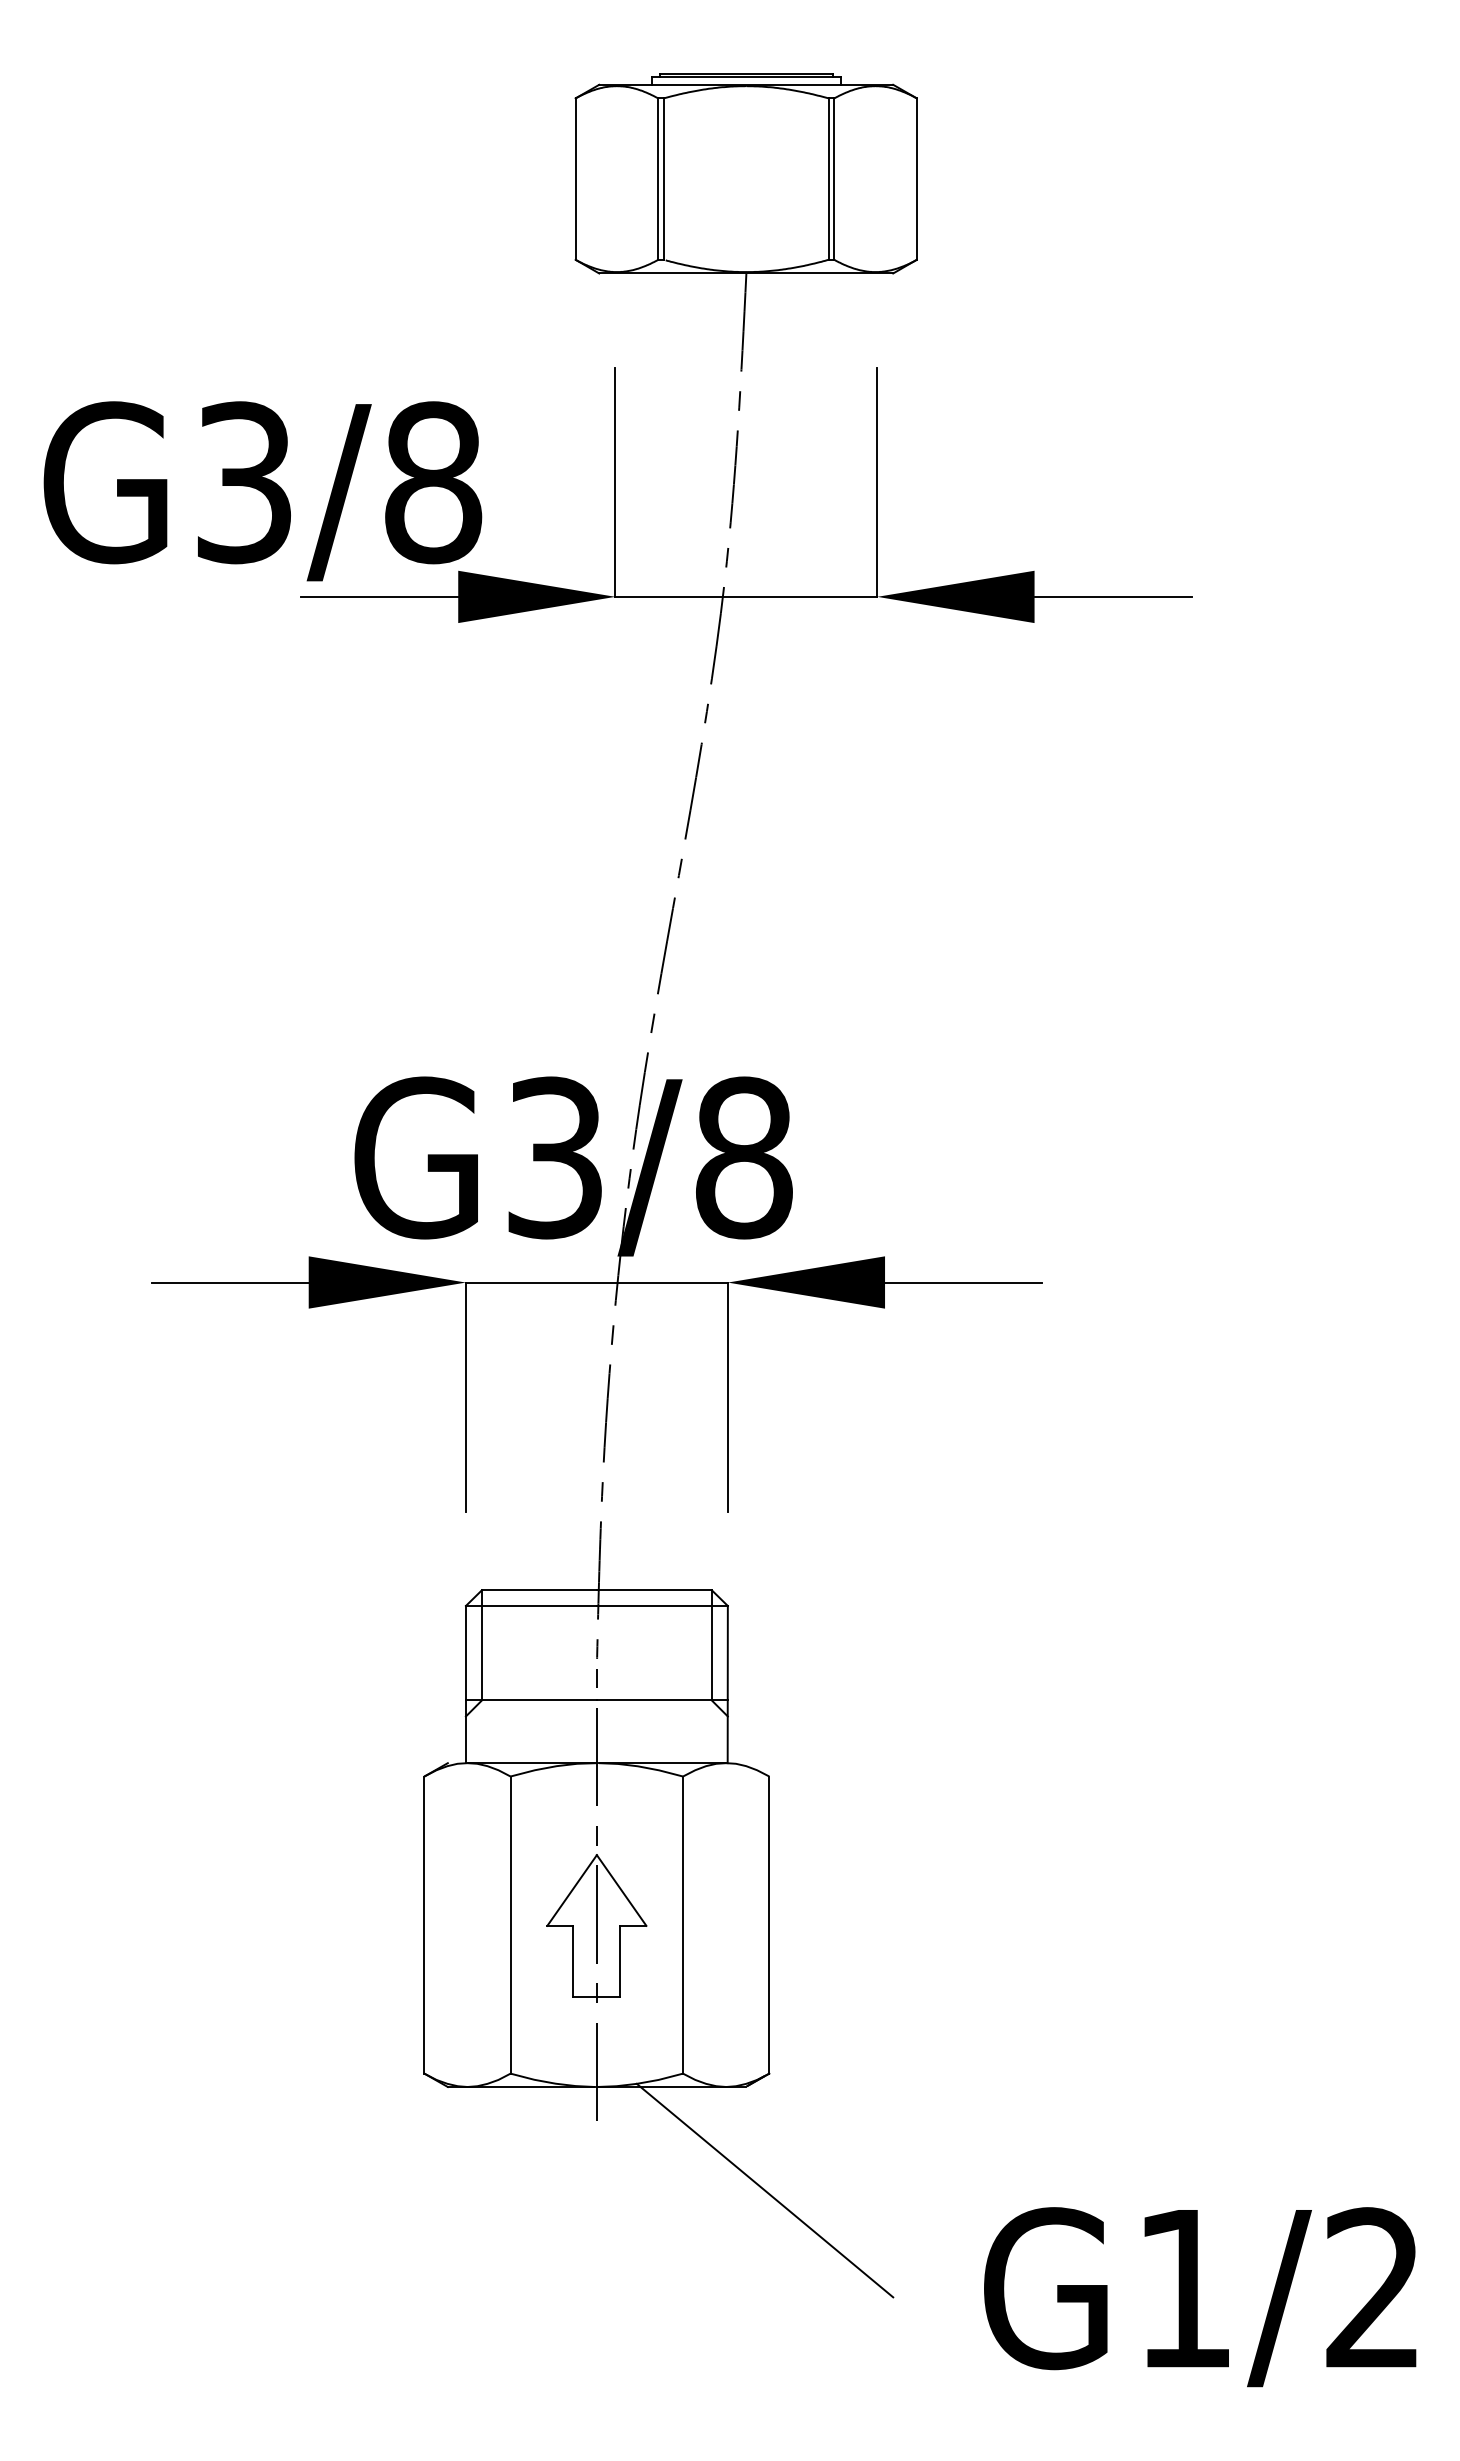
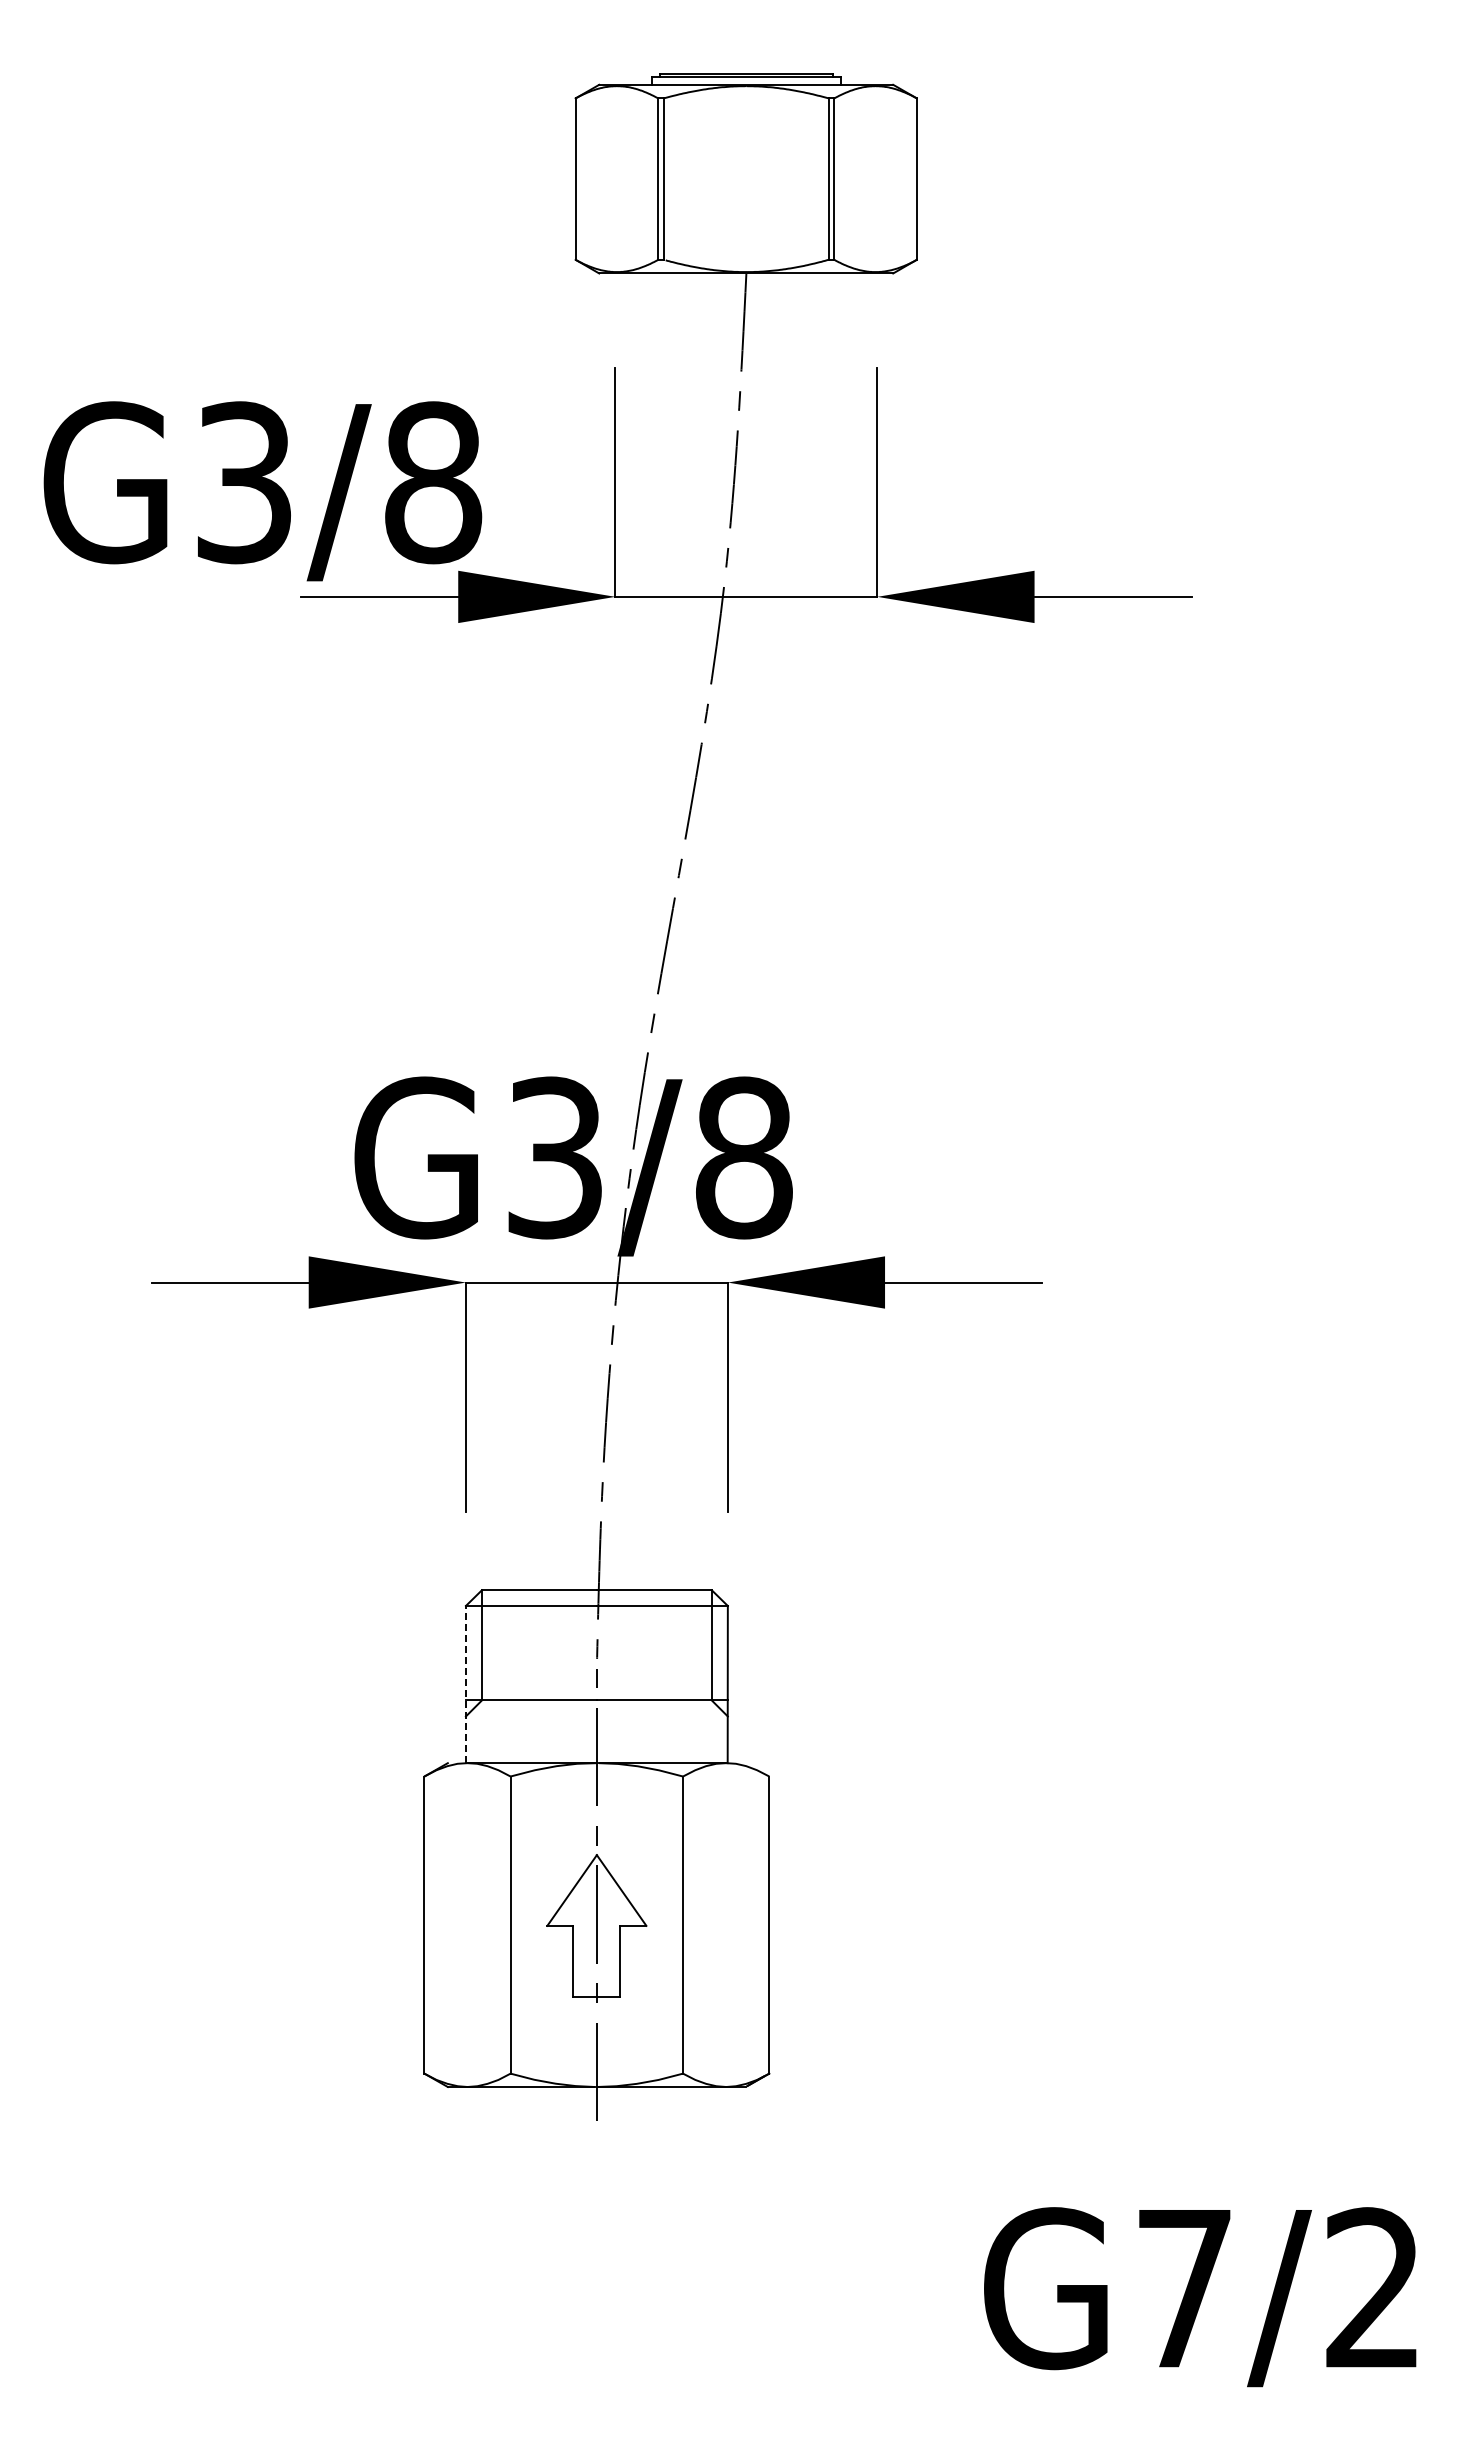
line at (465, 1684): solid -> dashed
line at (764, 2190): present -> none
text at (1184, 2288): G1/2 -> G7/2
